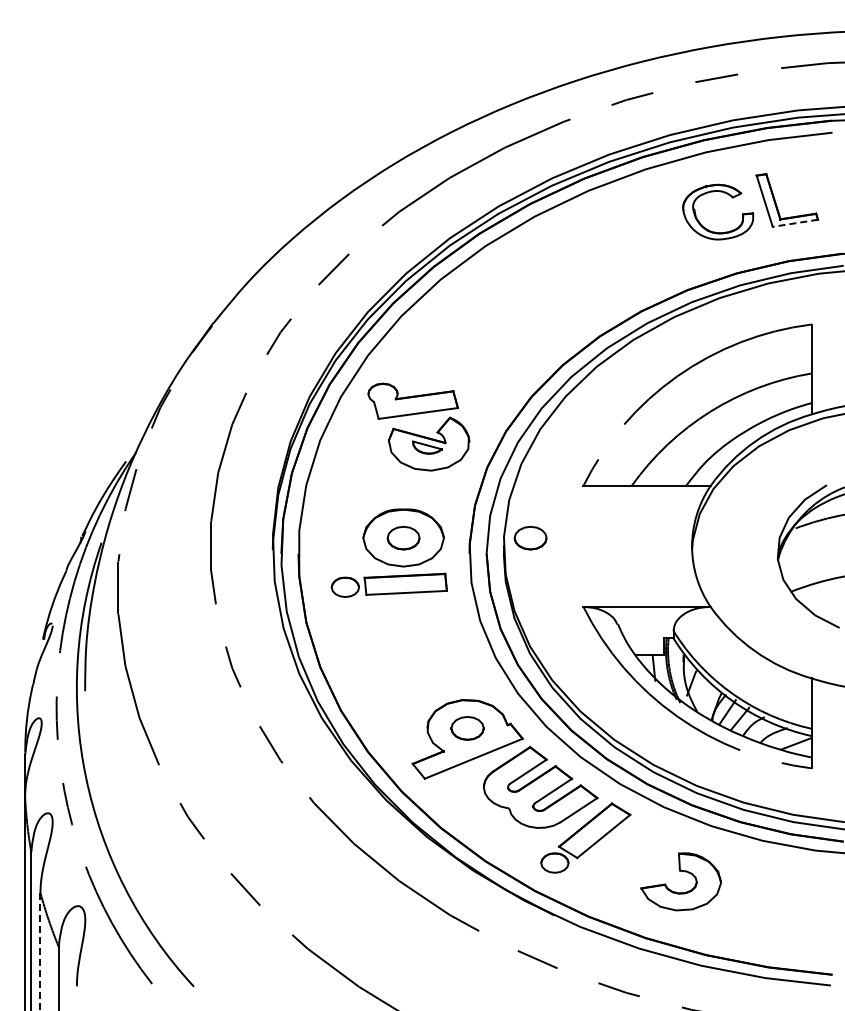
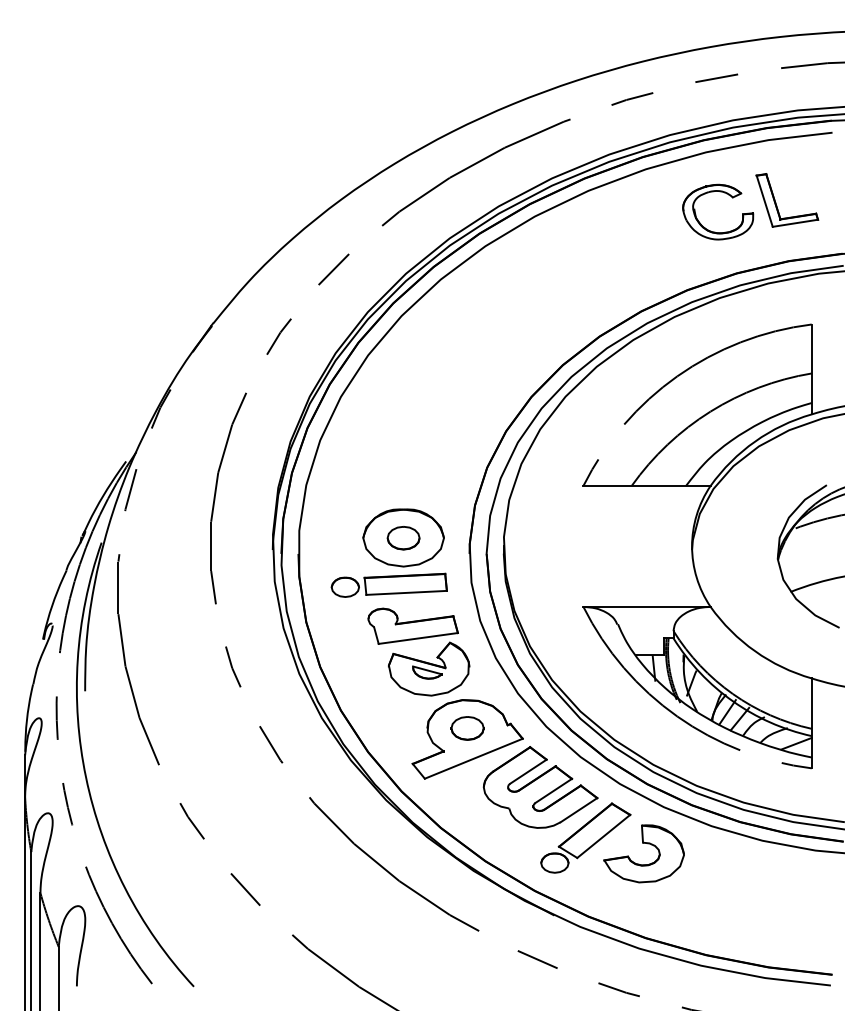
line at (795, 223): dashed -> solid
part at (415, 433) position: (415, 433) -> (415, 658)
part at (530, 538): present -> none
part at (684, 872) position: (684, 872) -> (647, 844)
line at (40, 951): dashed -> solid
